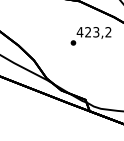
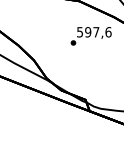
text at (93, 32): 423,2 -> 597,6
